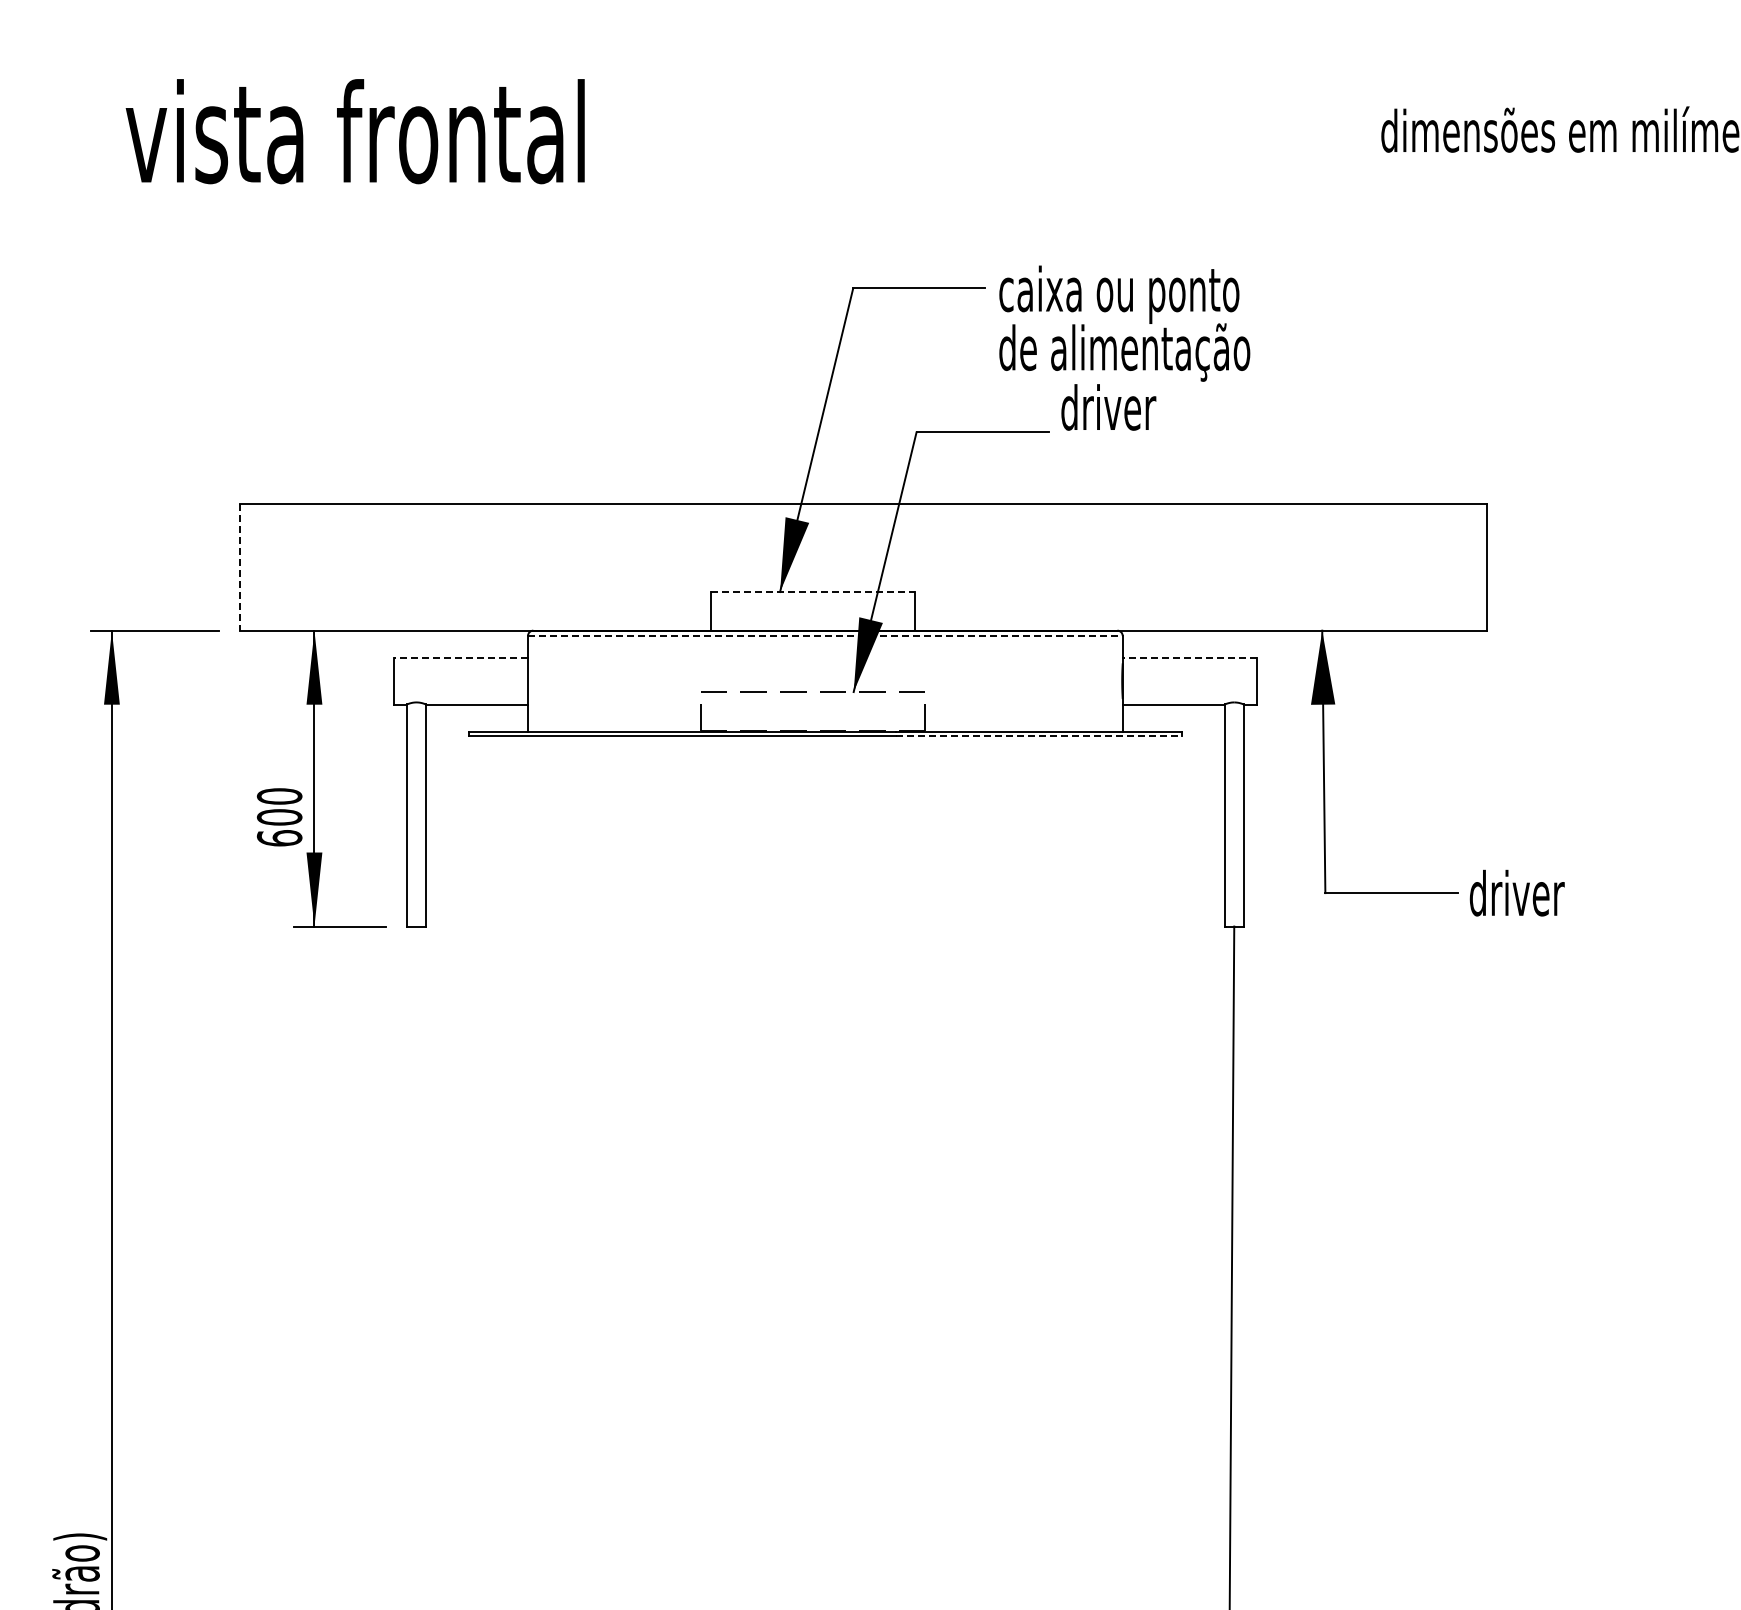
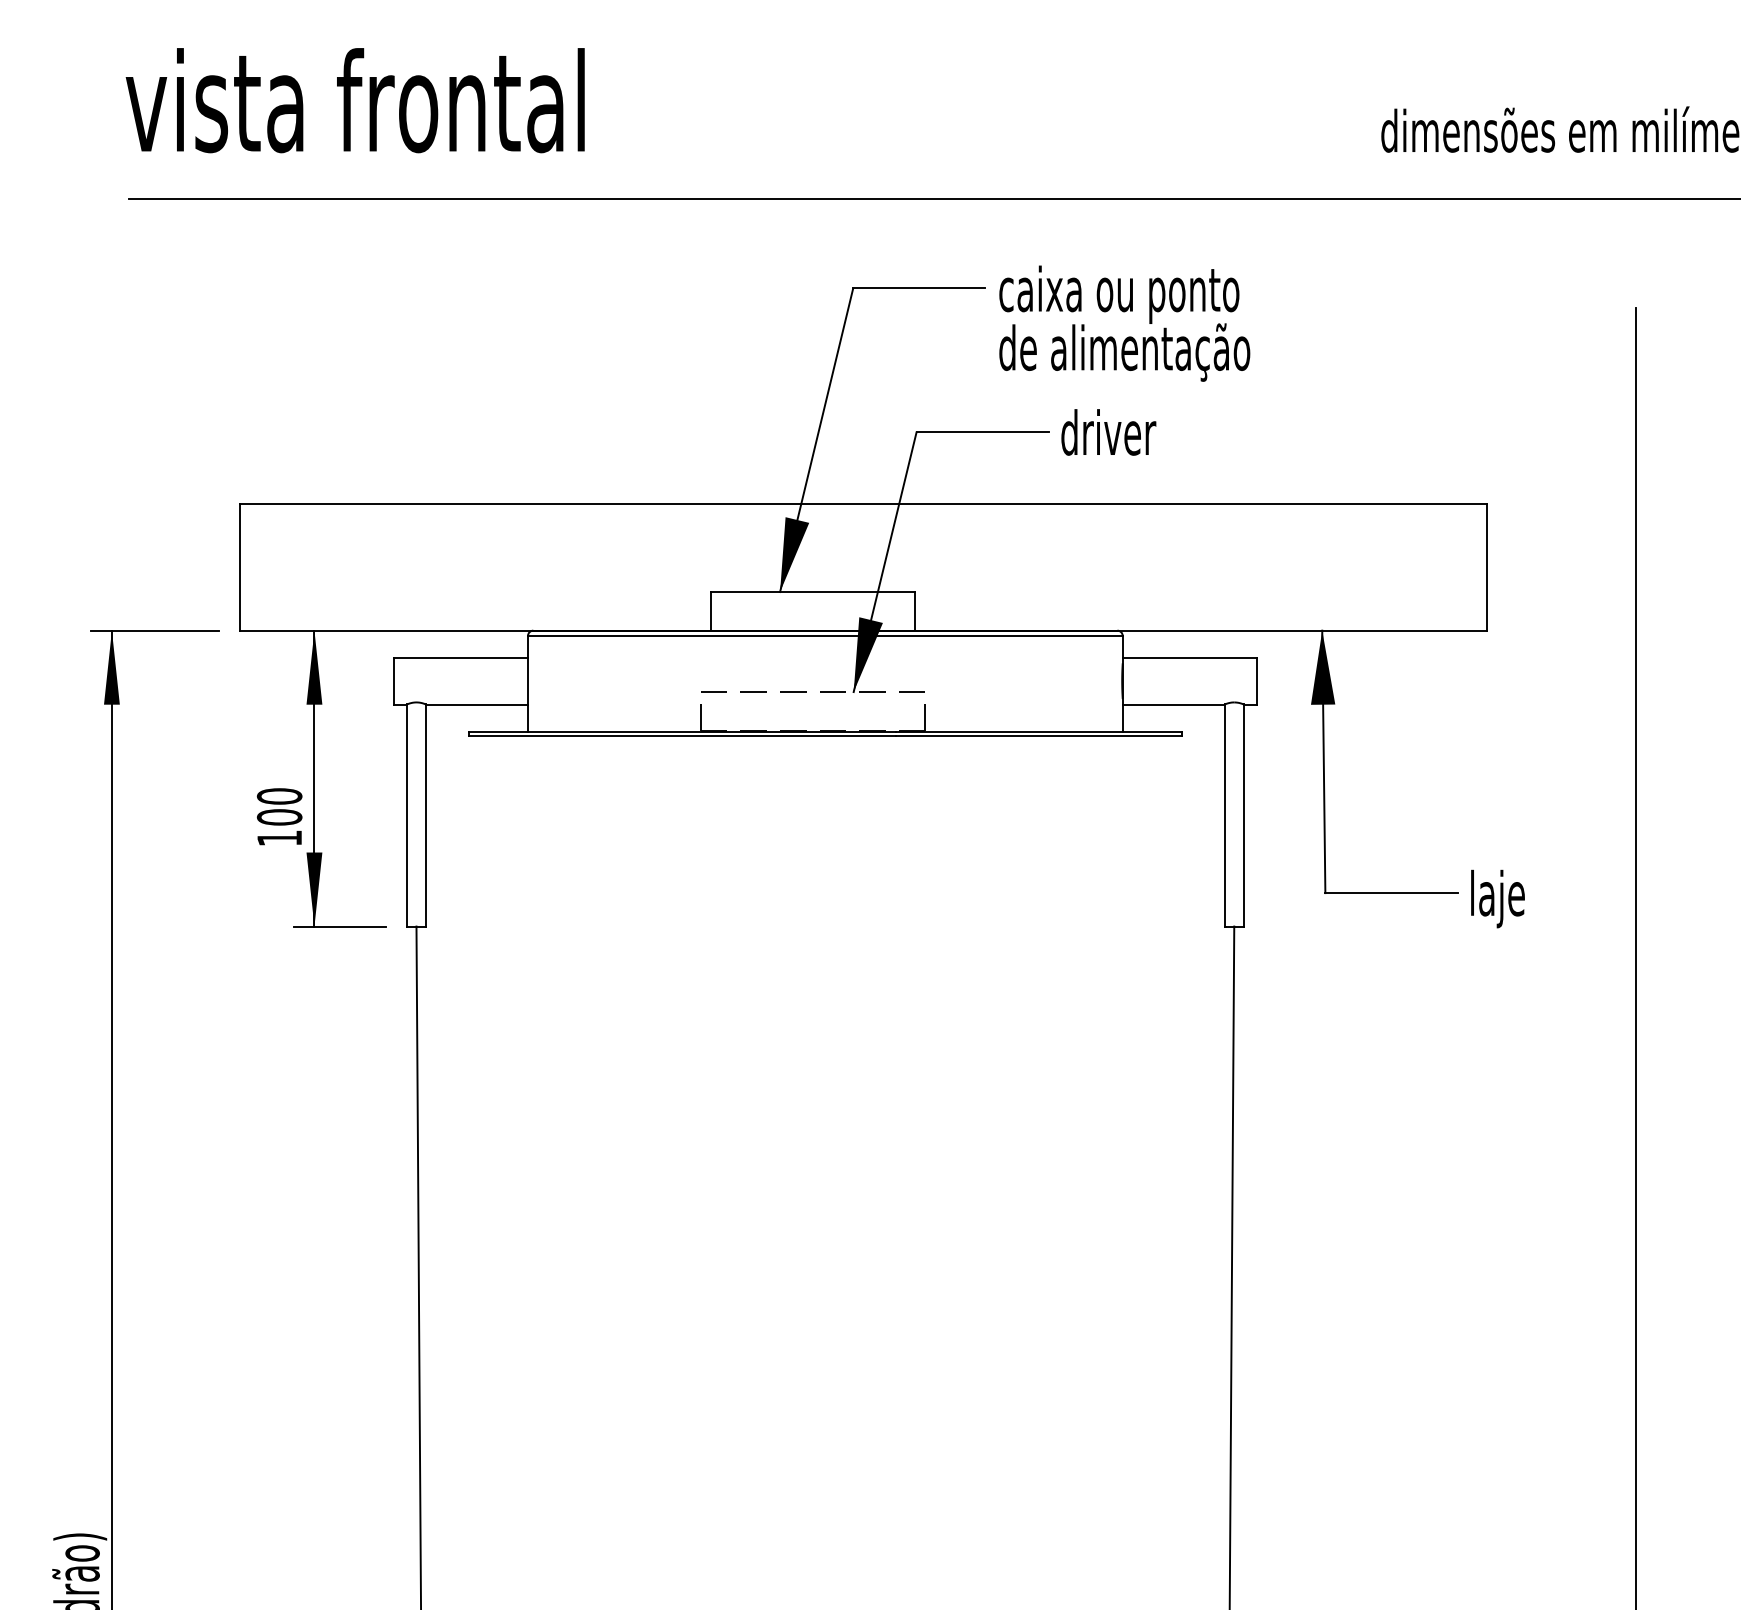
text at (354, 131) position: (354, 131) -> (354, 100)
line at (932, 198): none -> present
text at (1108, 407) position: (1108, 407) -> (1108, 432)
line at (239, 567): dashed -> solid
line at (812, 592): dashed -> solid
line at (825, 636): dashed -> solid
line at (461, 657): dashed -> solid
line at (1189, 657): dashed -> solid
line at (1039, 736): dashed -> solid
text at (279, 838): 600 -> 100
text at (1516, 898): driver -> laje
line at (1636, 956): none -> present
line at (418, 1266): none -> present
